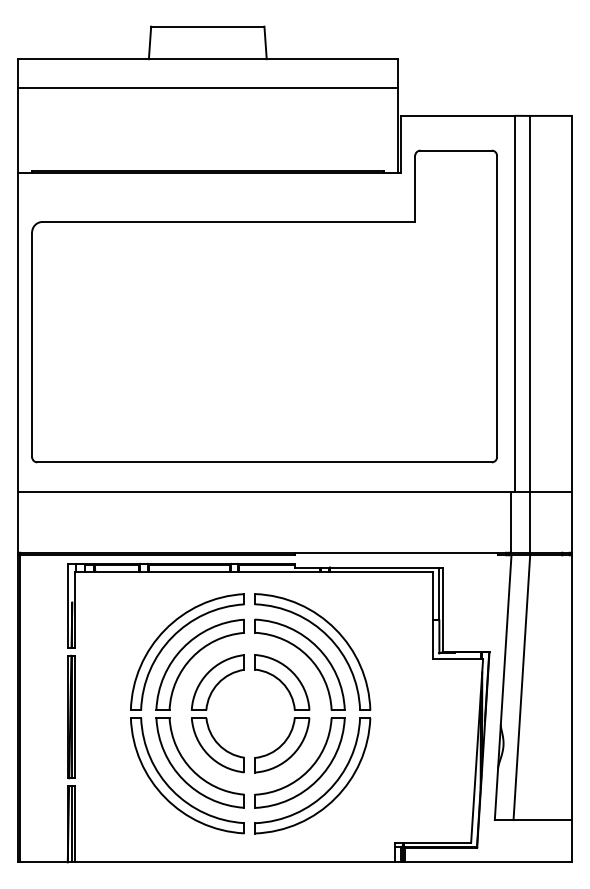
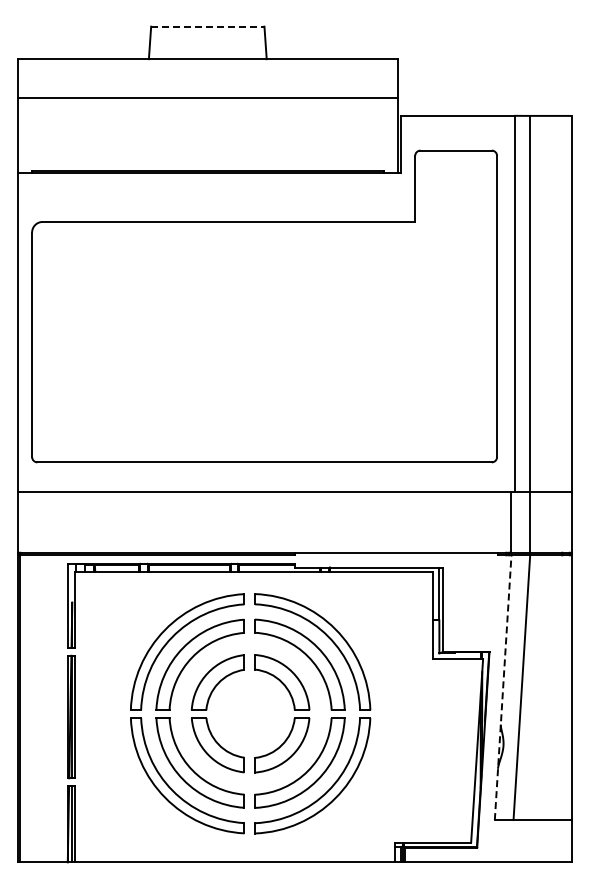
line at (207, 26): solid -> dashed
line at (207, 88) position: (207, 88) -> (207, 98)
line at (503, 687): solid -> dashed
